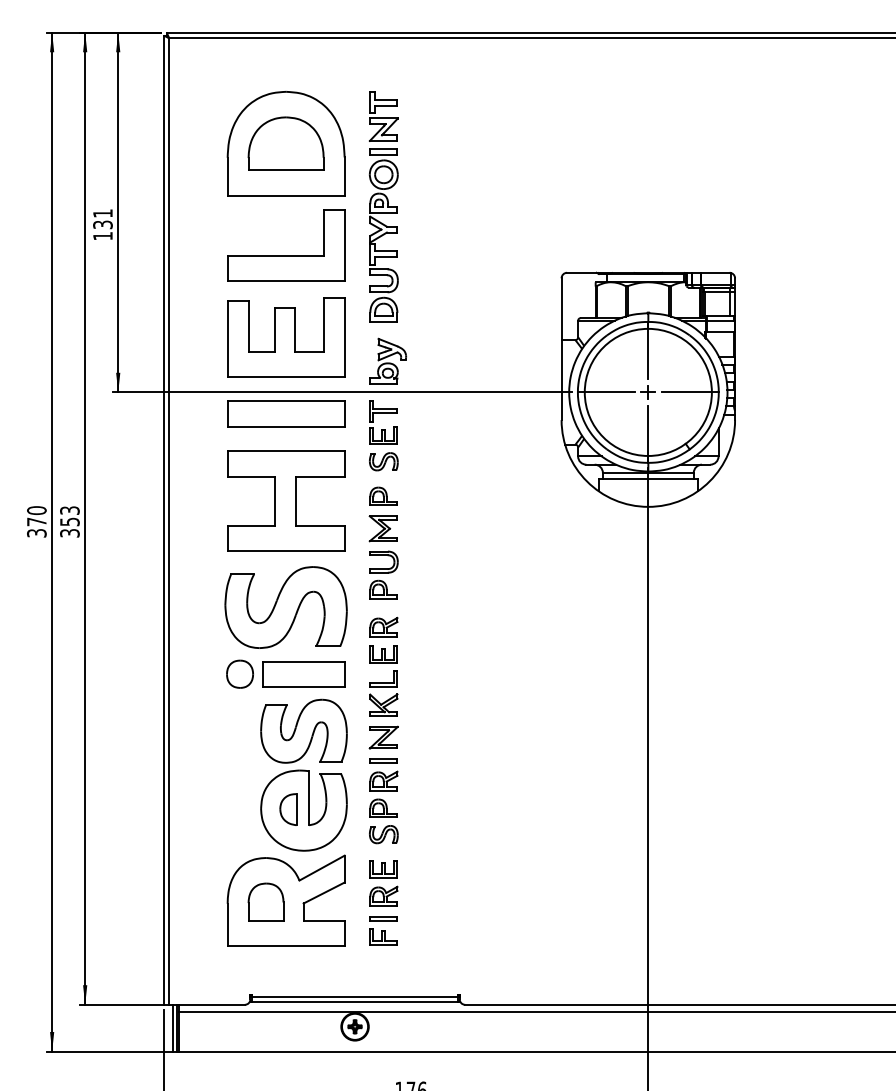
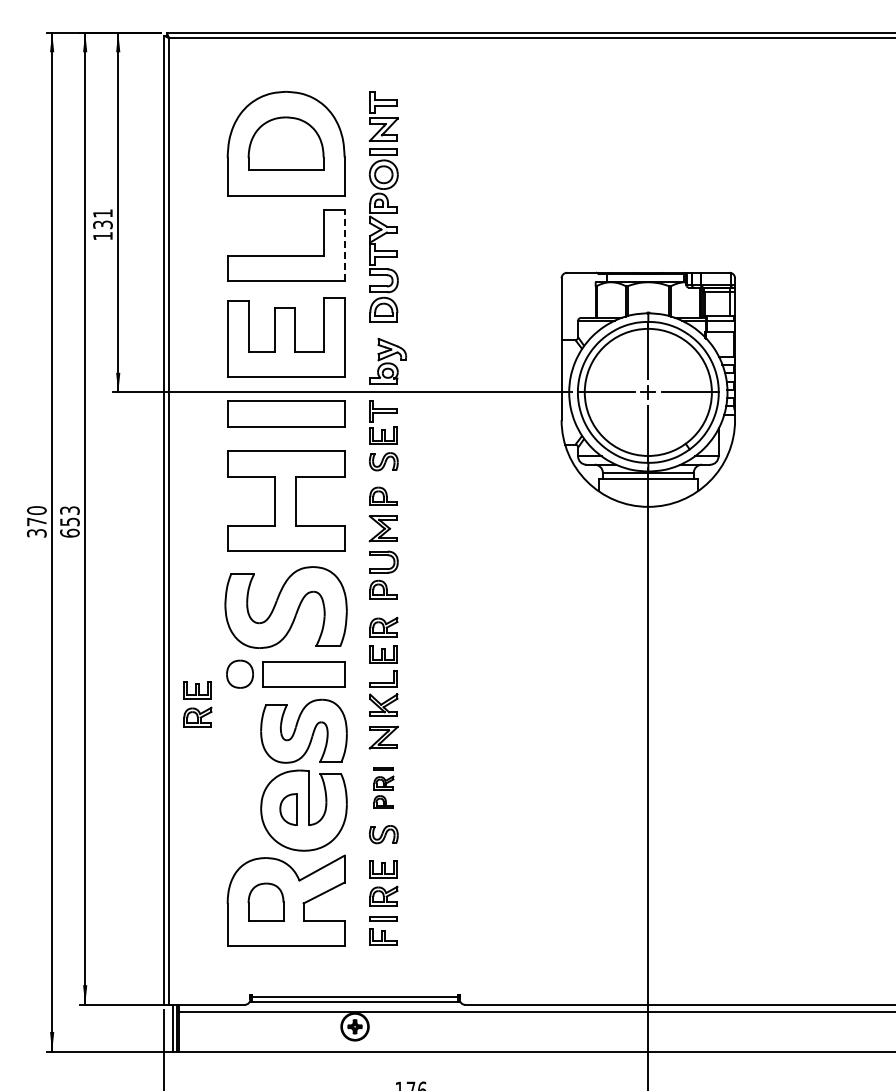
line at (344, 245): solid -> dashed
text at (69, 532): 353 -> 653
part at (197, 704): none -> present
part at (383, 787) size: 30x60 px -> 22x42 px
